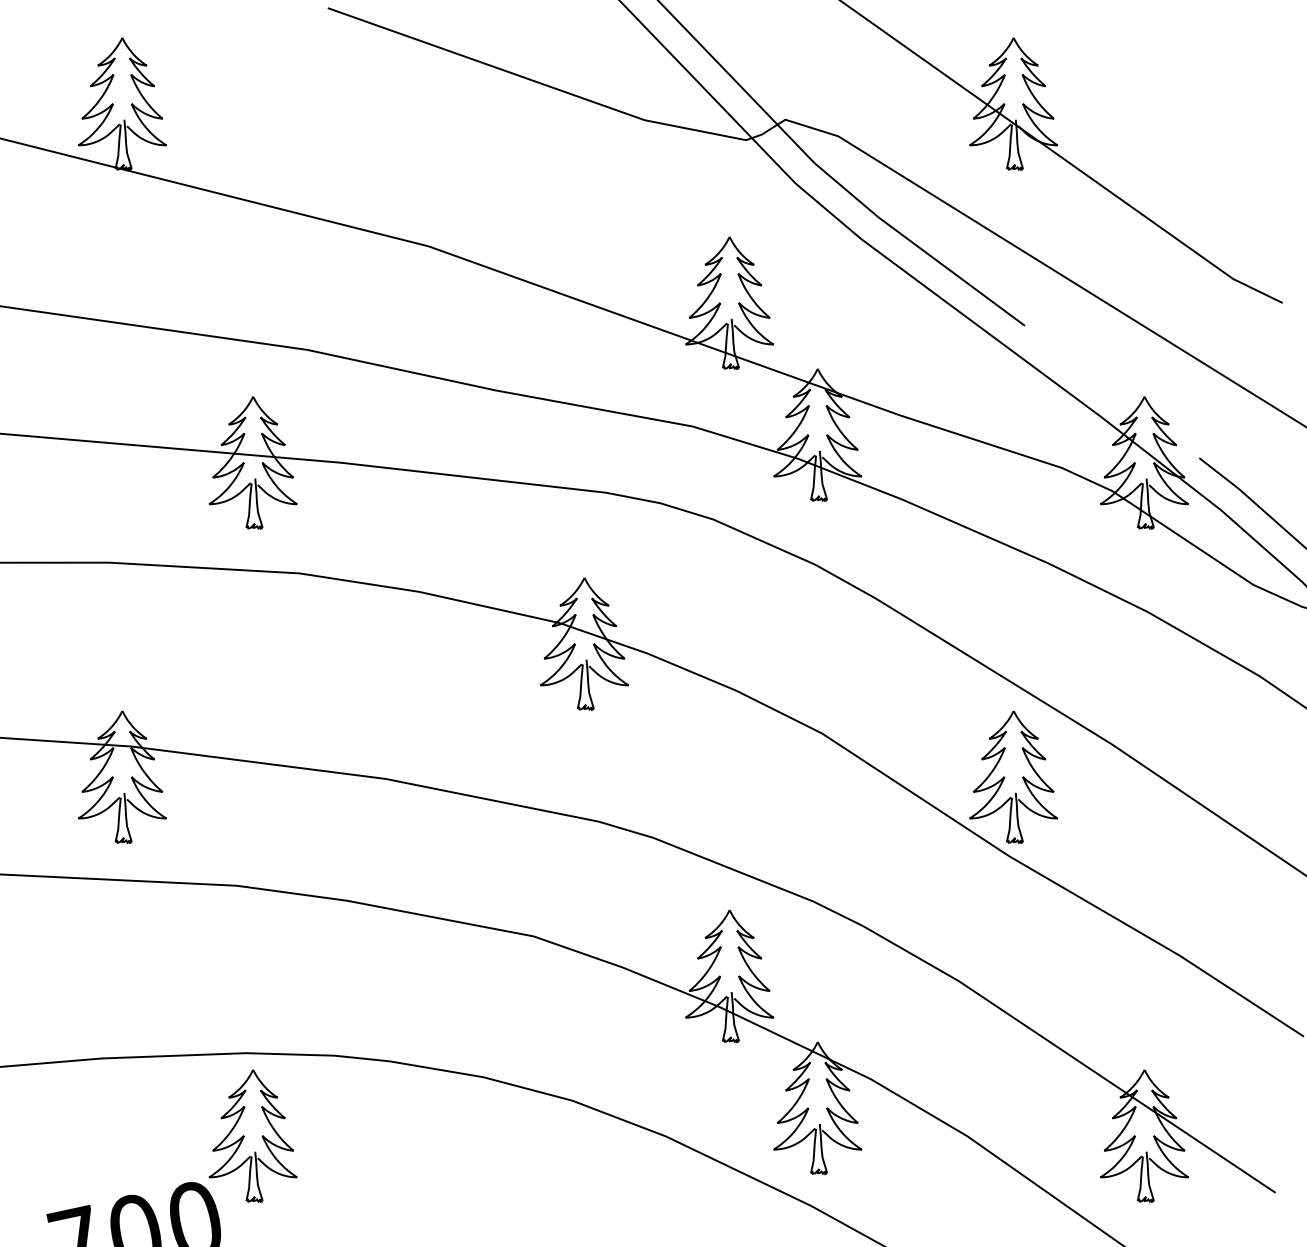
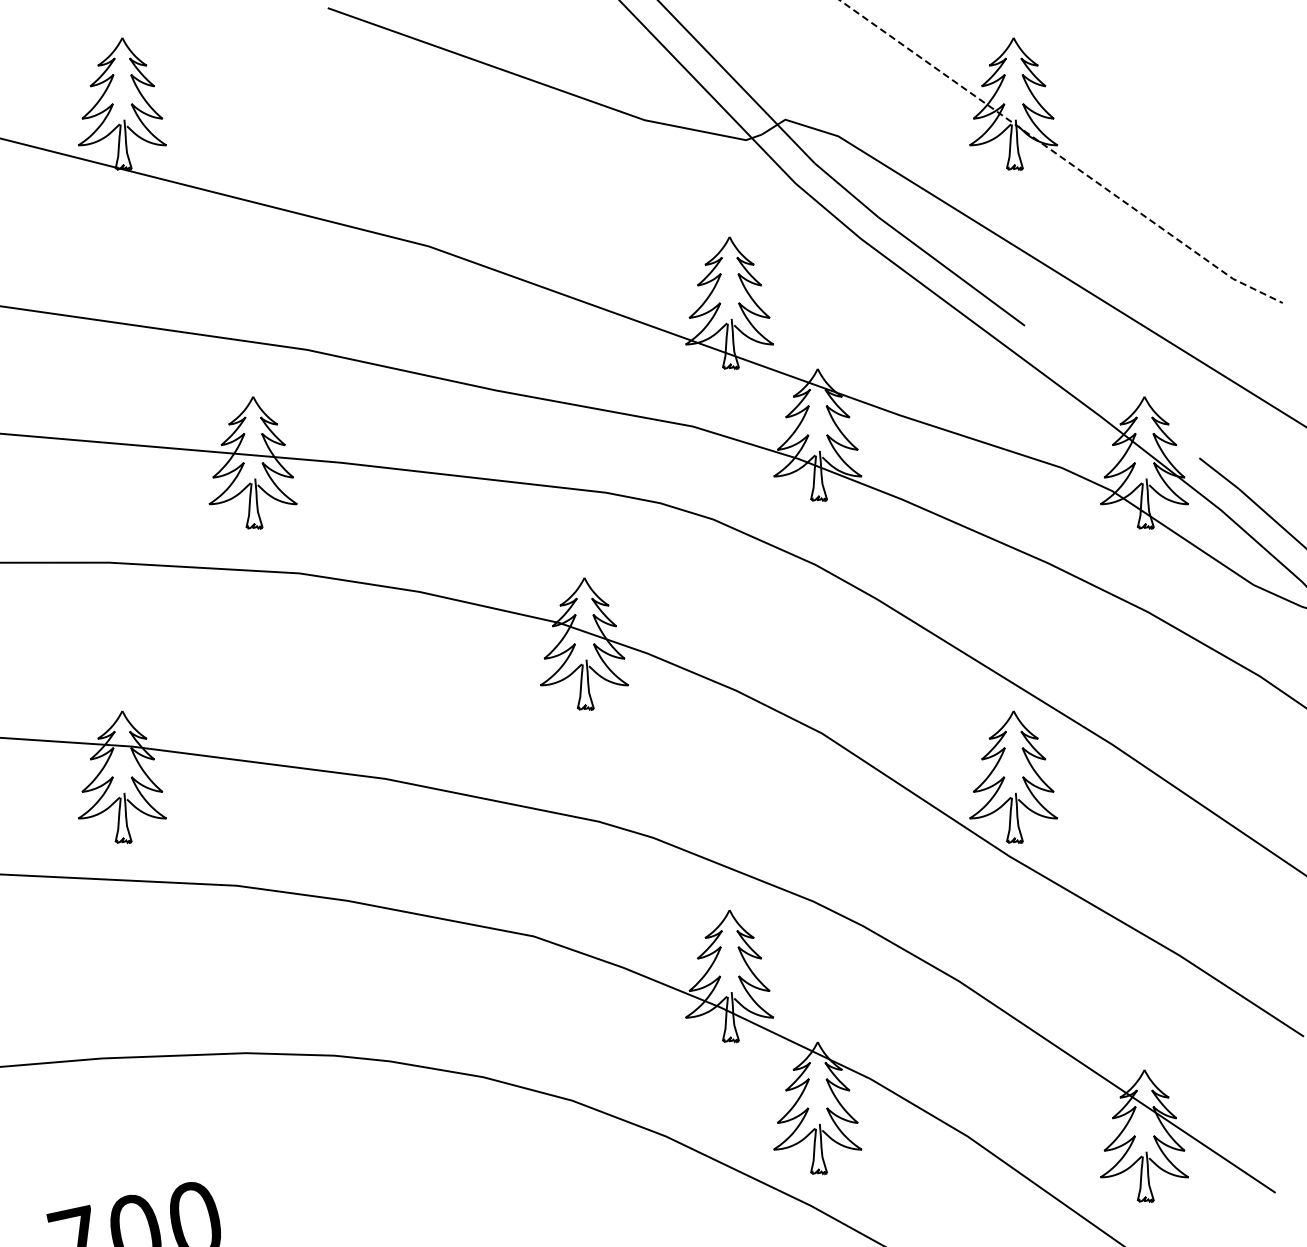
line at (1060, 156): solid -> dashed
part at (252, 1135): present -> none
